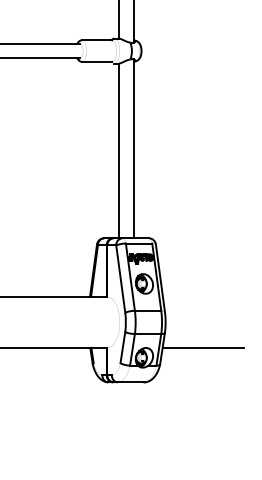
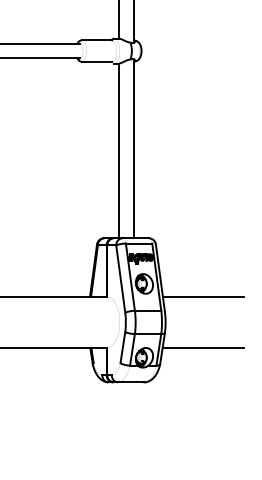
line at (202, 296): none -> present
